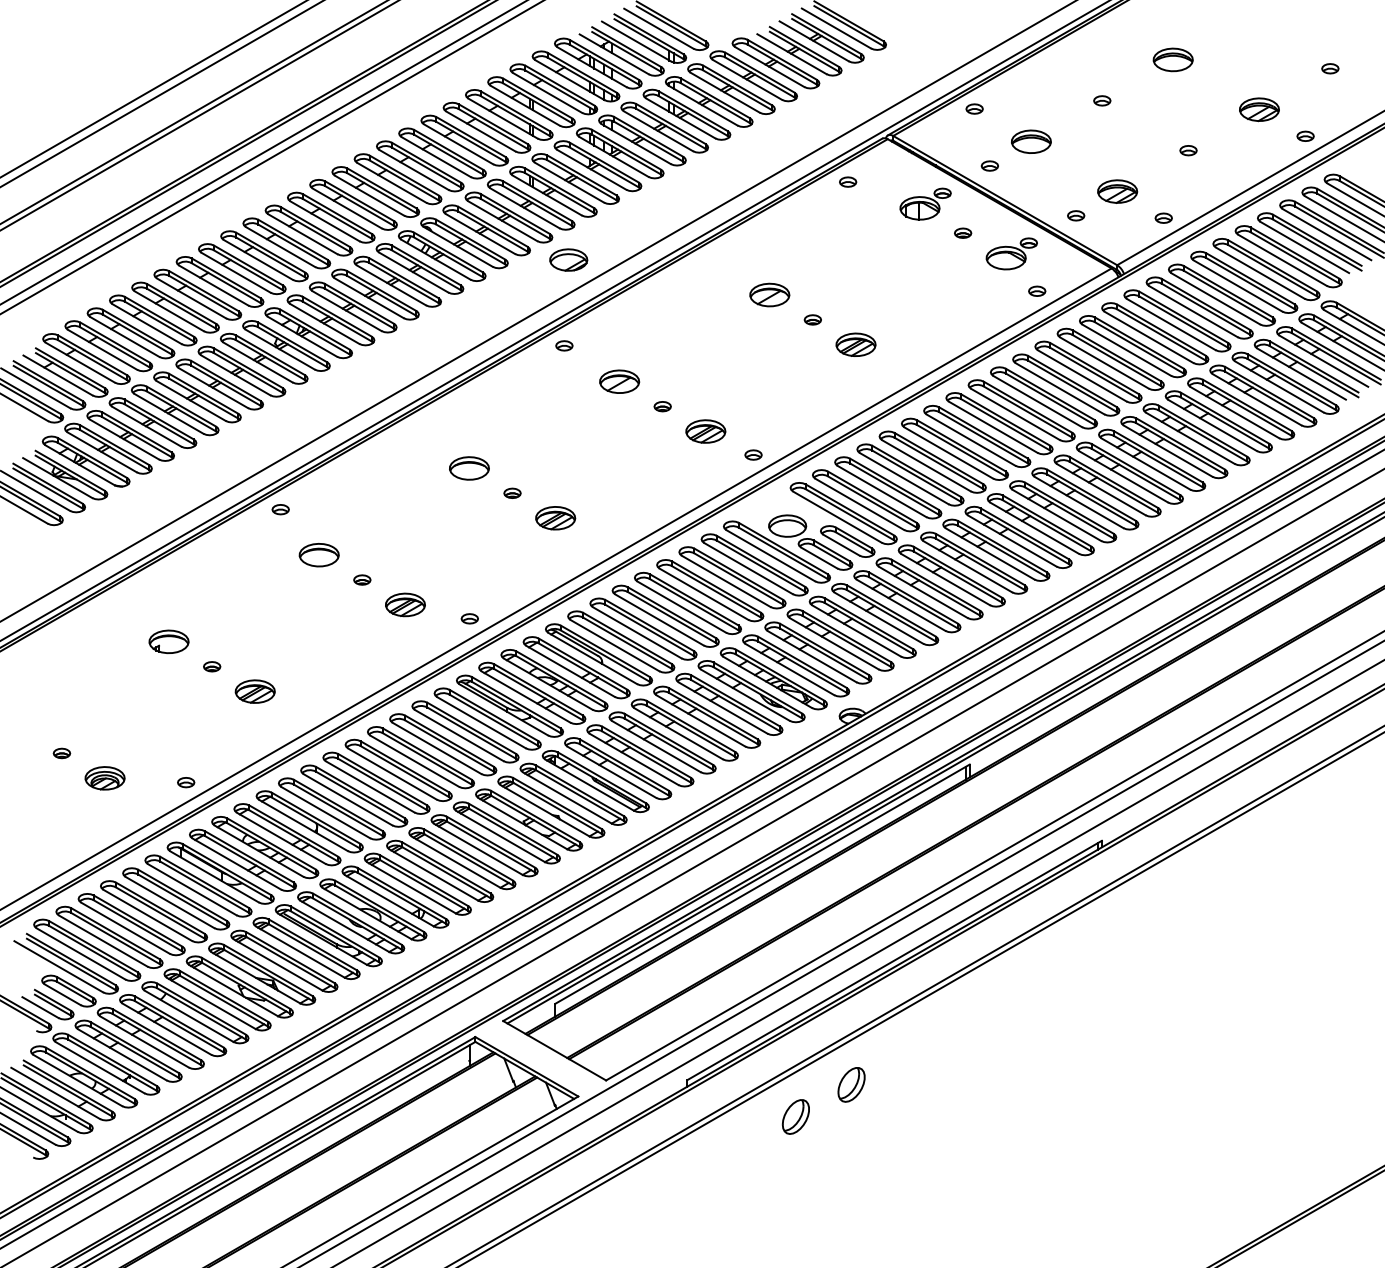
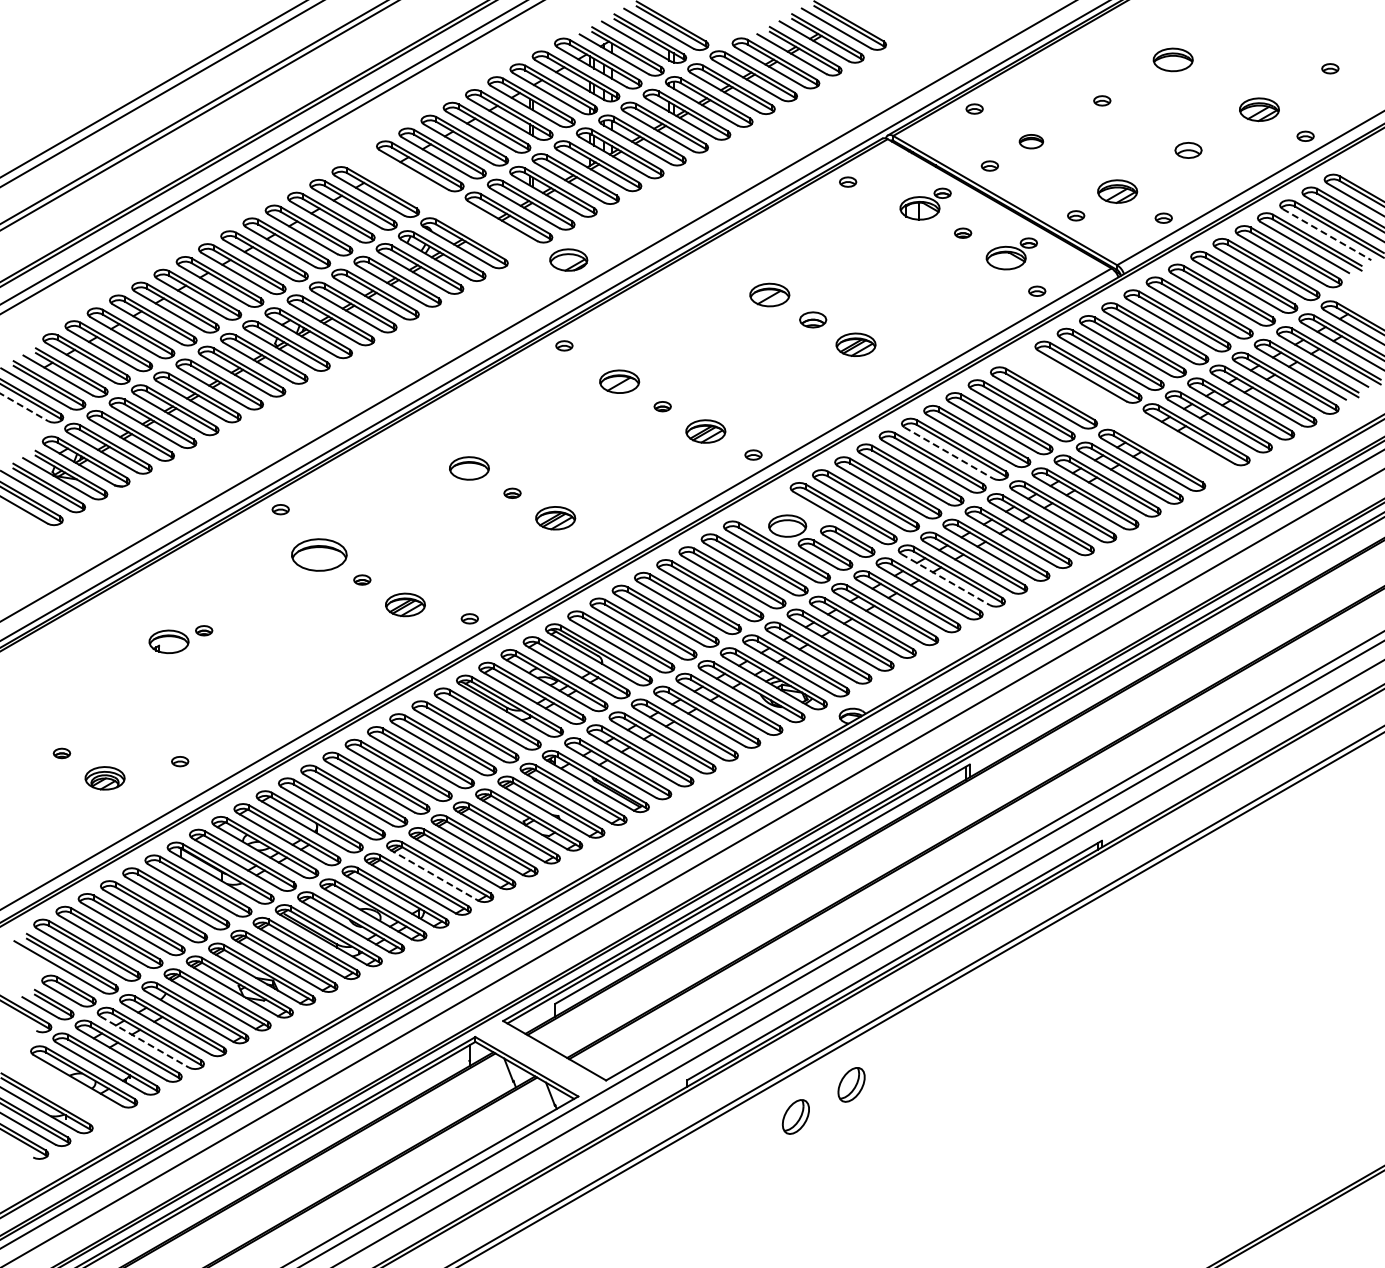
part at (1031, 141) size: 41x25 px -> 27x16 px
part at (1188, 150) size: 19x12 px -> 29x17 px
part at (441, 204): present -> none
line at (1327, 234): solid -> dashed
part at (812, 319) size: 19x12 px -> 29x18 px
line at (24, 407): solid -> dashed
part at (1120, 416): present -> none
line at (949, 453): solid -> dashed
part at (318, 555) size: 42x25 px -> 57x34 px
line at (946, 579): solid -> dashed
part at (212, 666) position: (212, 666) -> (204, 630)
part at (254, 691): present -> none
part at (186, 782) position: (186, 782) -> (180, 761)
line at (434, 875): solid -> dashed
line at (145, 1042): solid -> dashed
part at (62, 1090): present -> none
